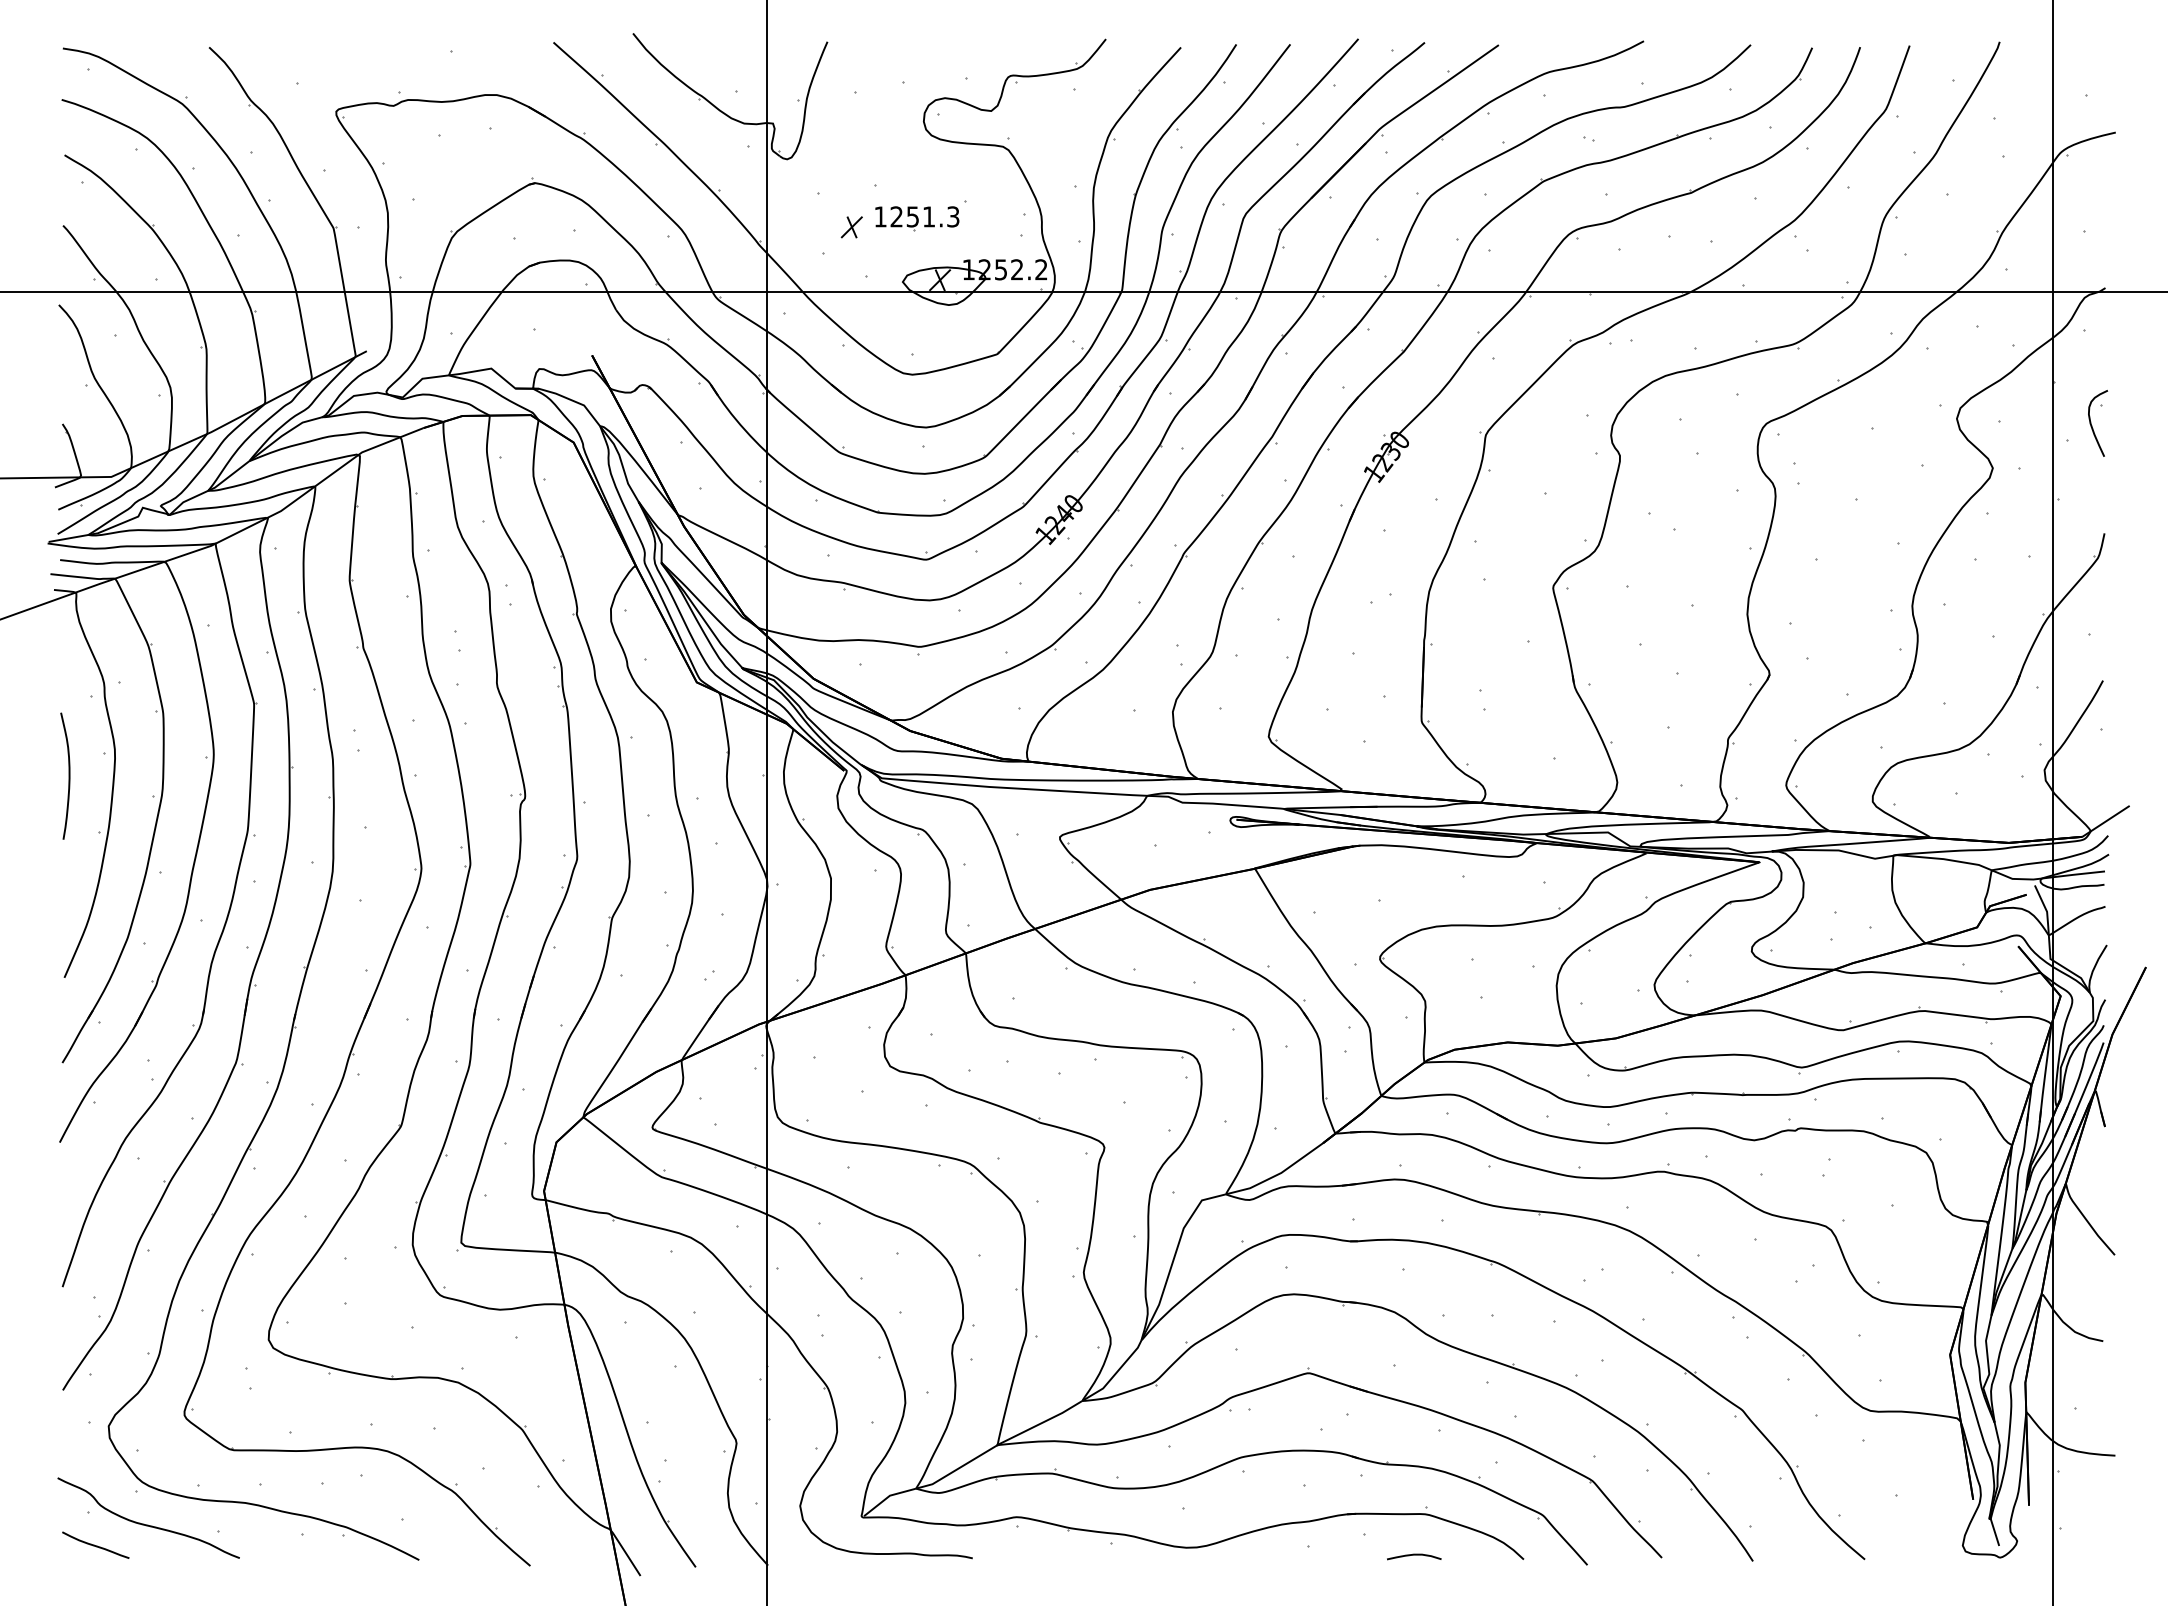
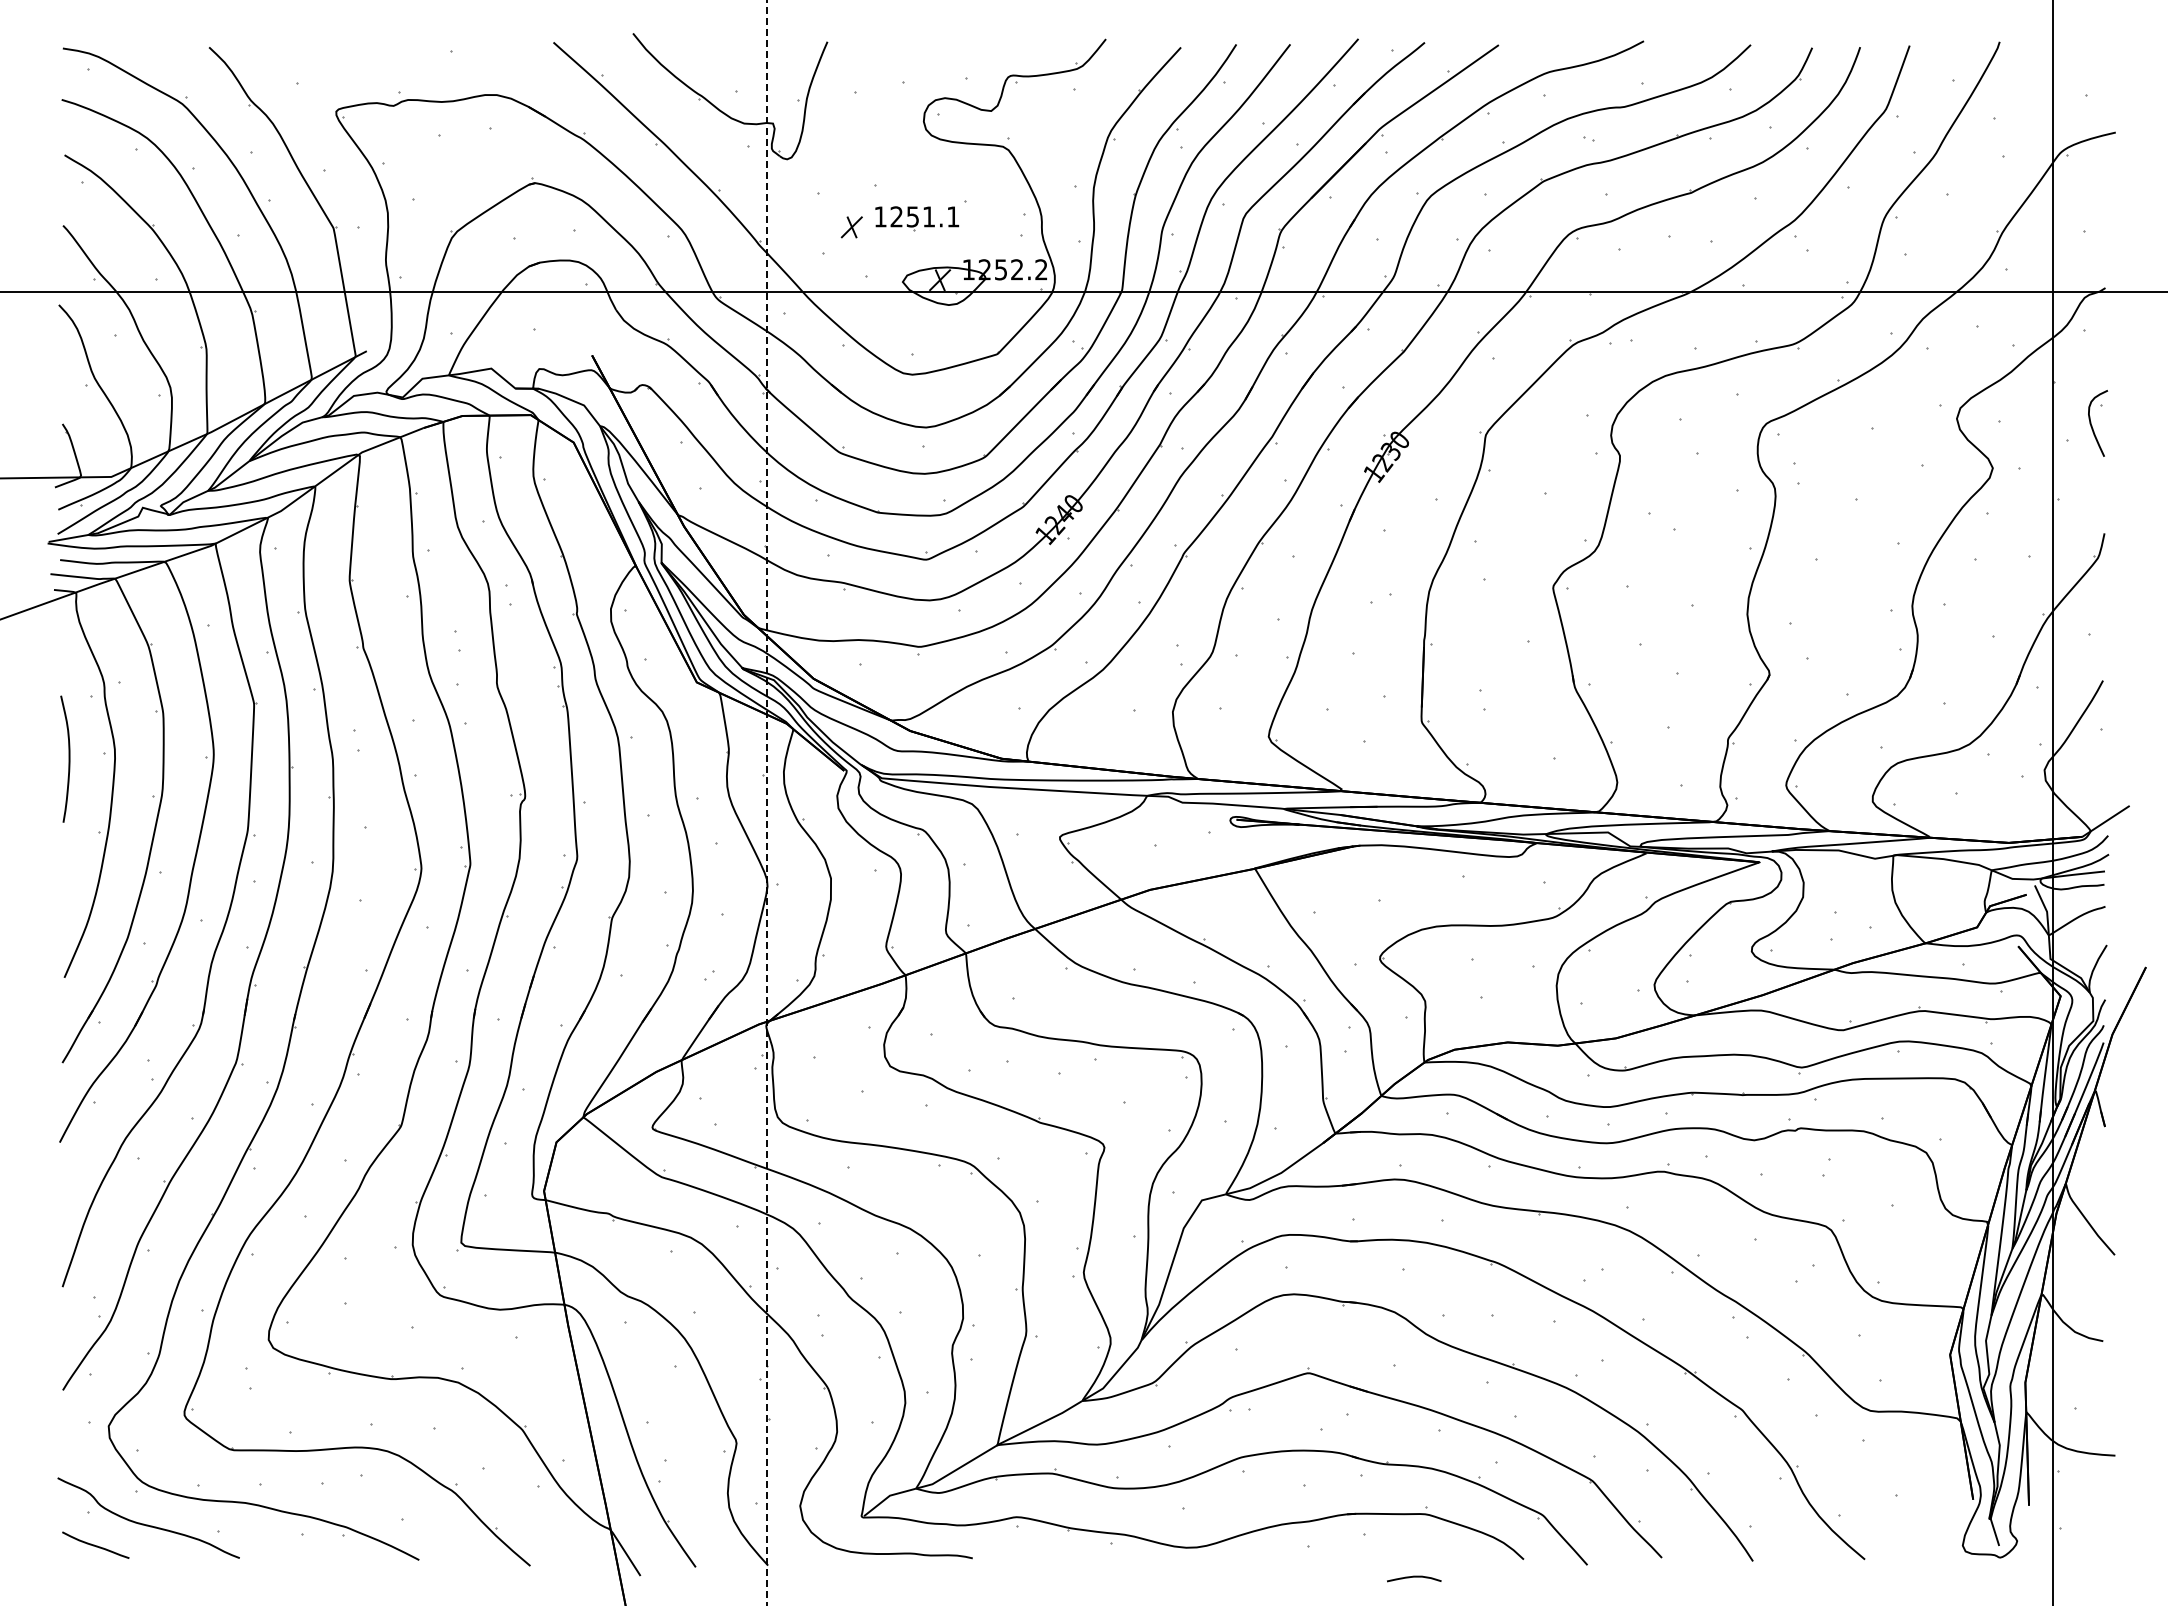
text at (953, 216): 1251.3 -> 1251.1
curve at (68, 775) position: (68, 775) -> (68, 758)
line at (766, 803): solid -> dashed
curve at (1414, 1555) position: (1414, 1555) -> (1414, 1577)
